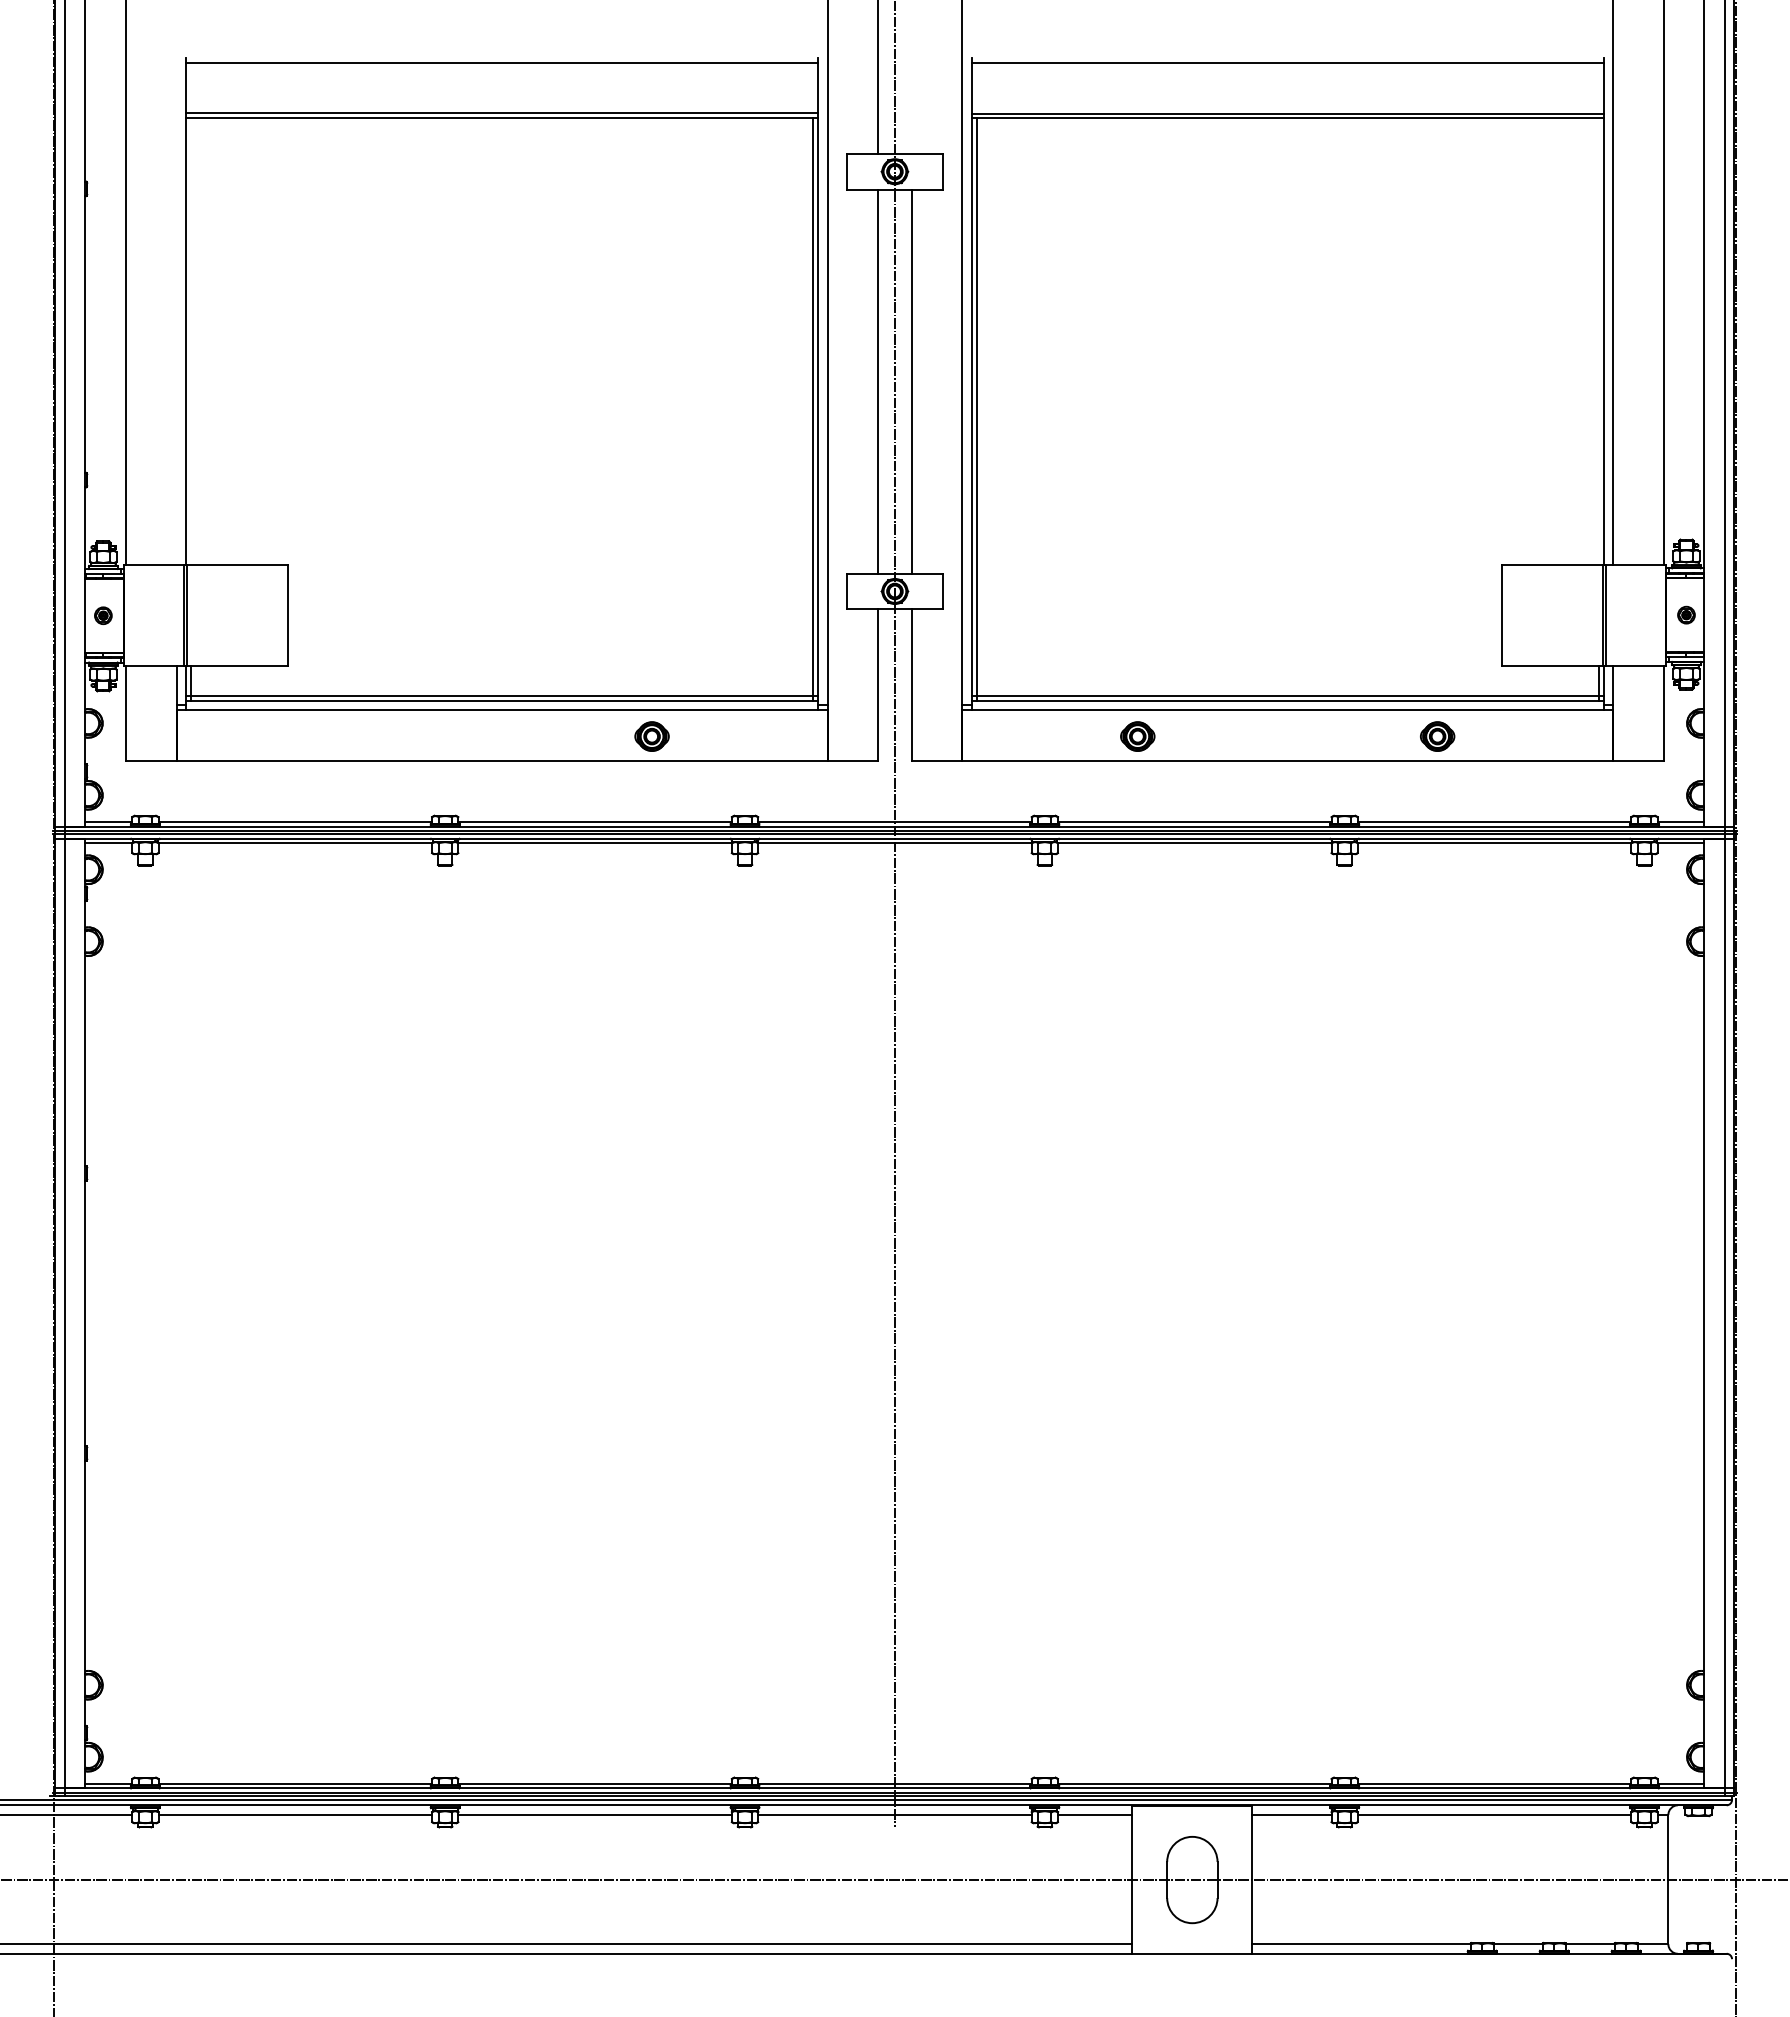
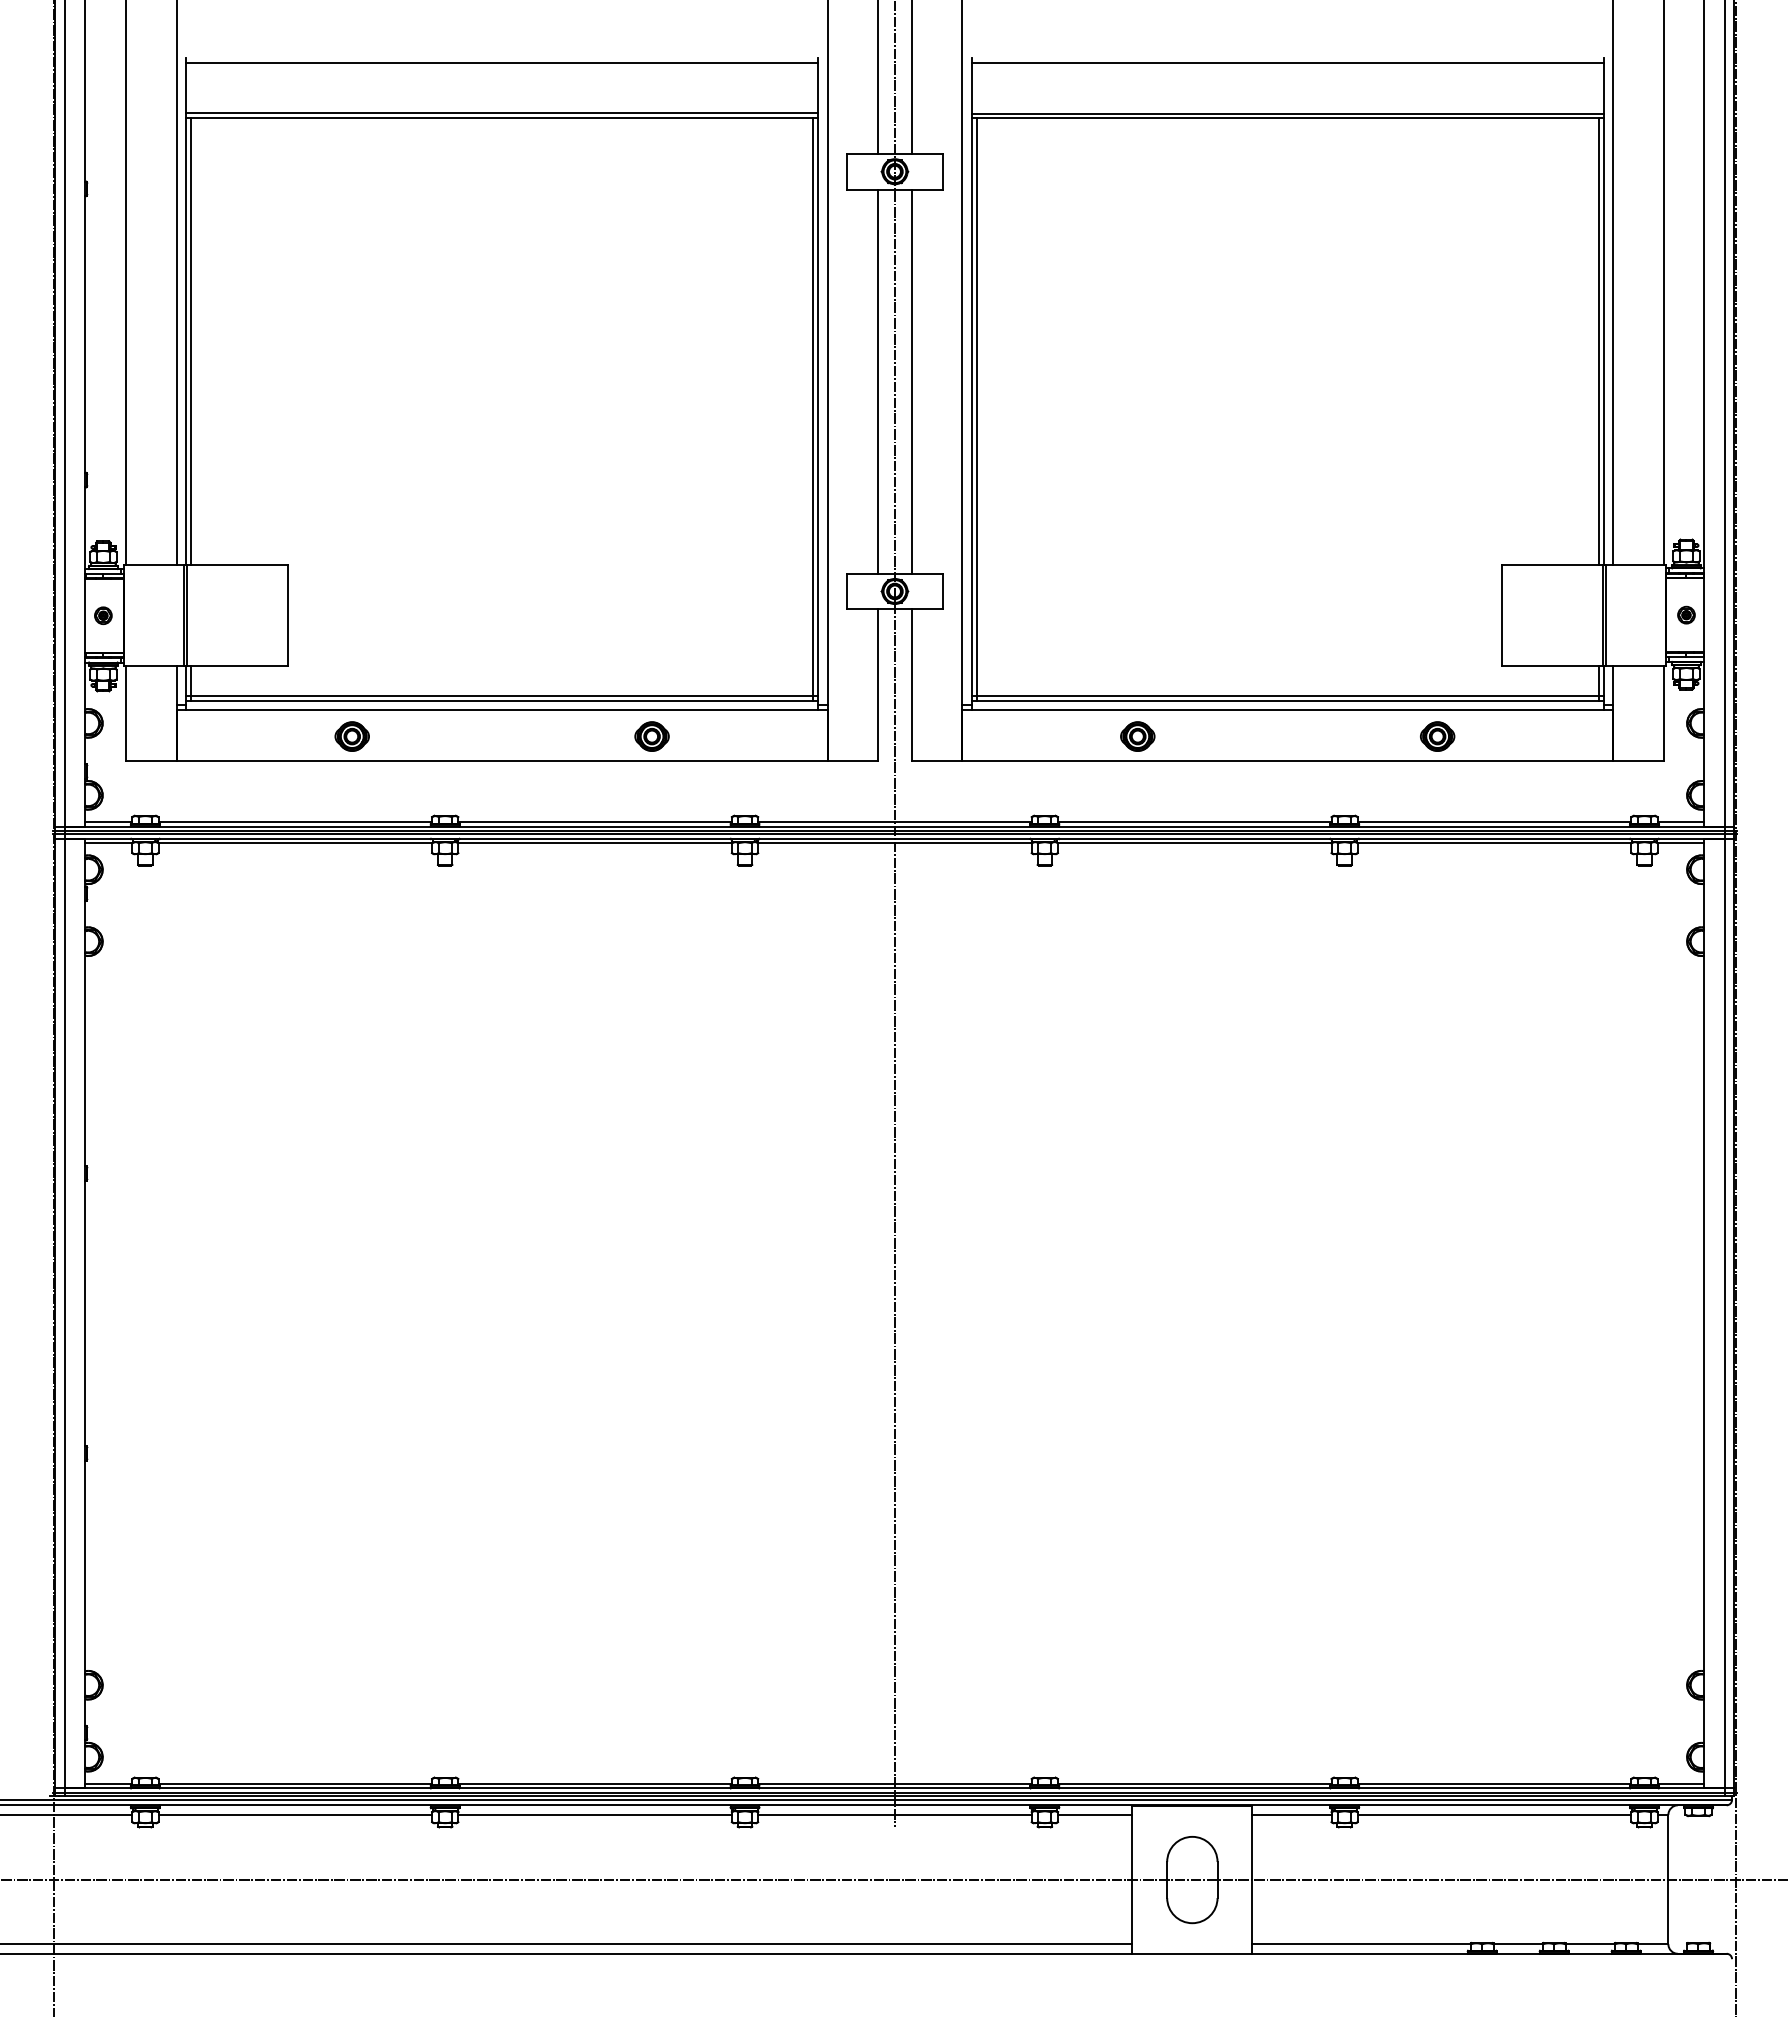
line at (911, 77): none -> present
line at (176, 283): none -> present
line at (190, 341): none -> present
line at (1598, 341): none -> present
part at (351, 736): none -> present
